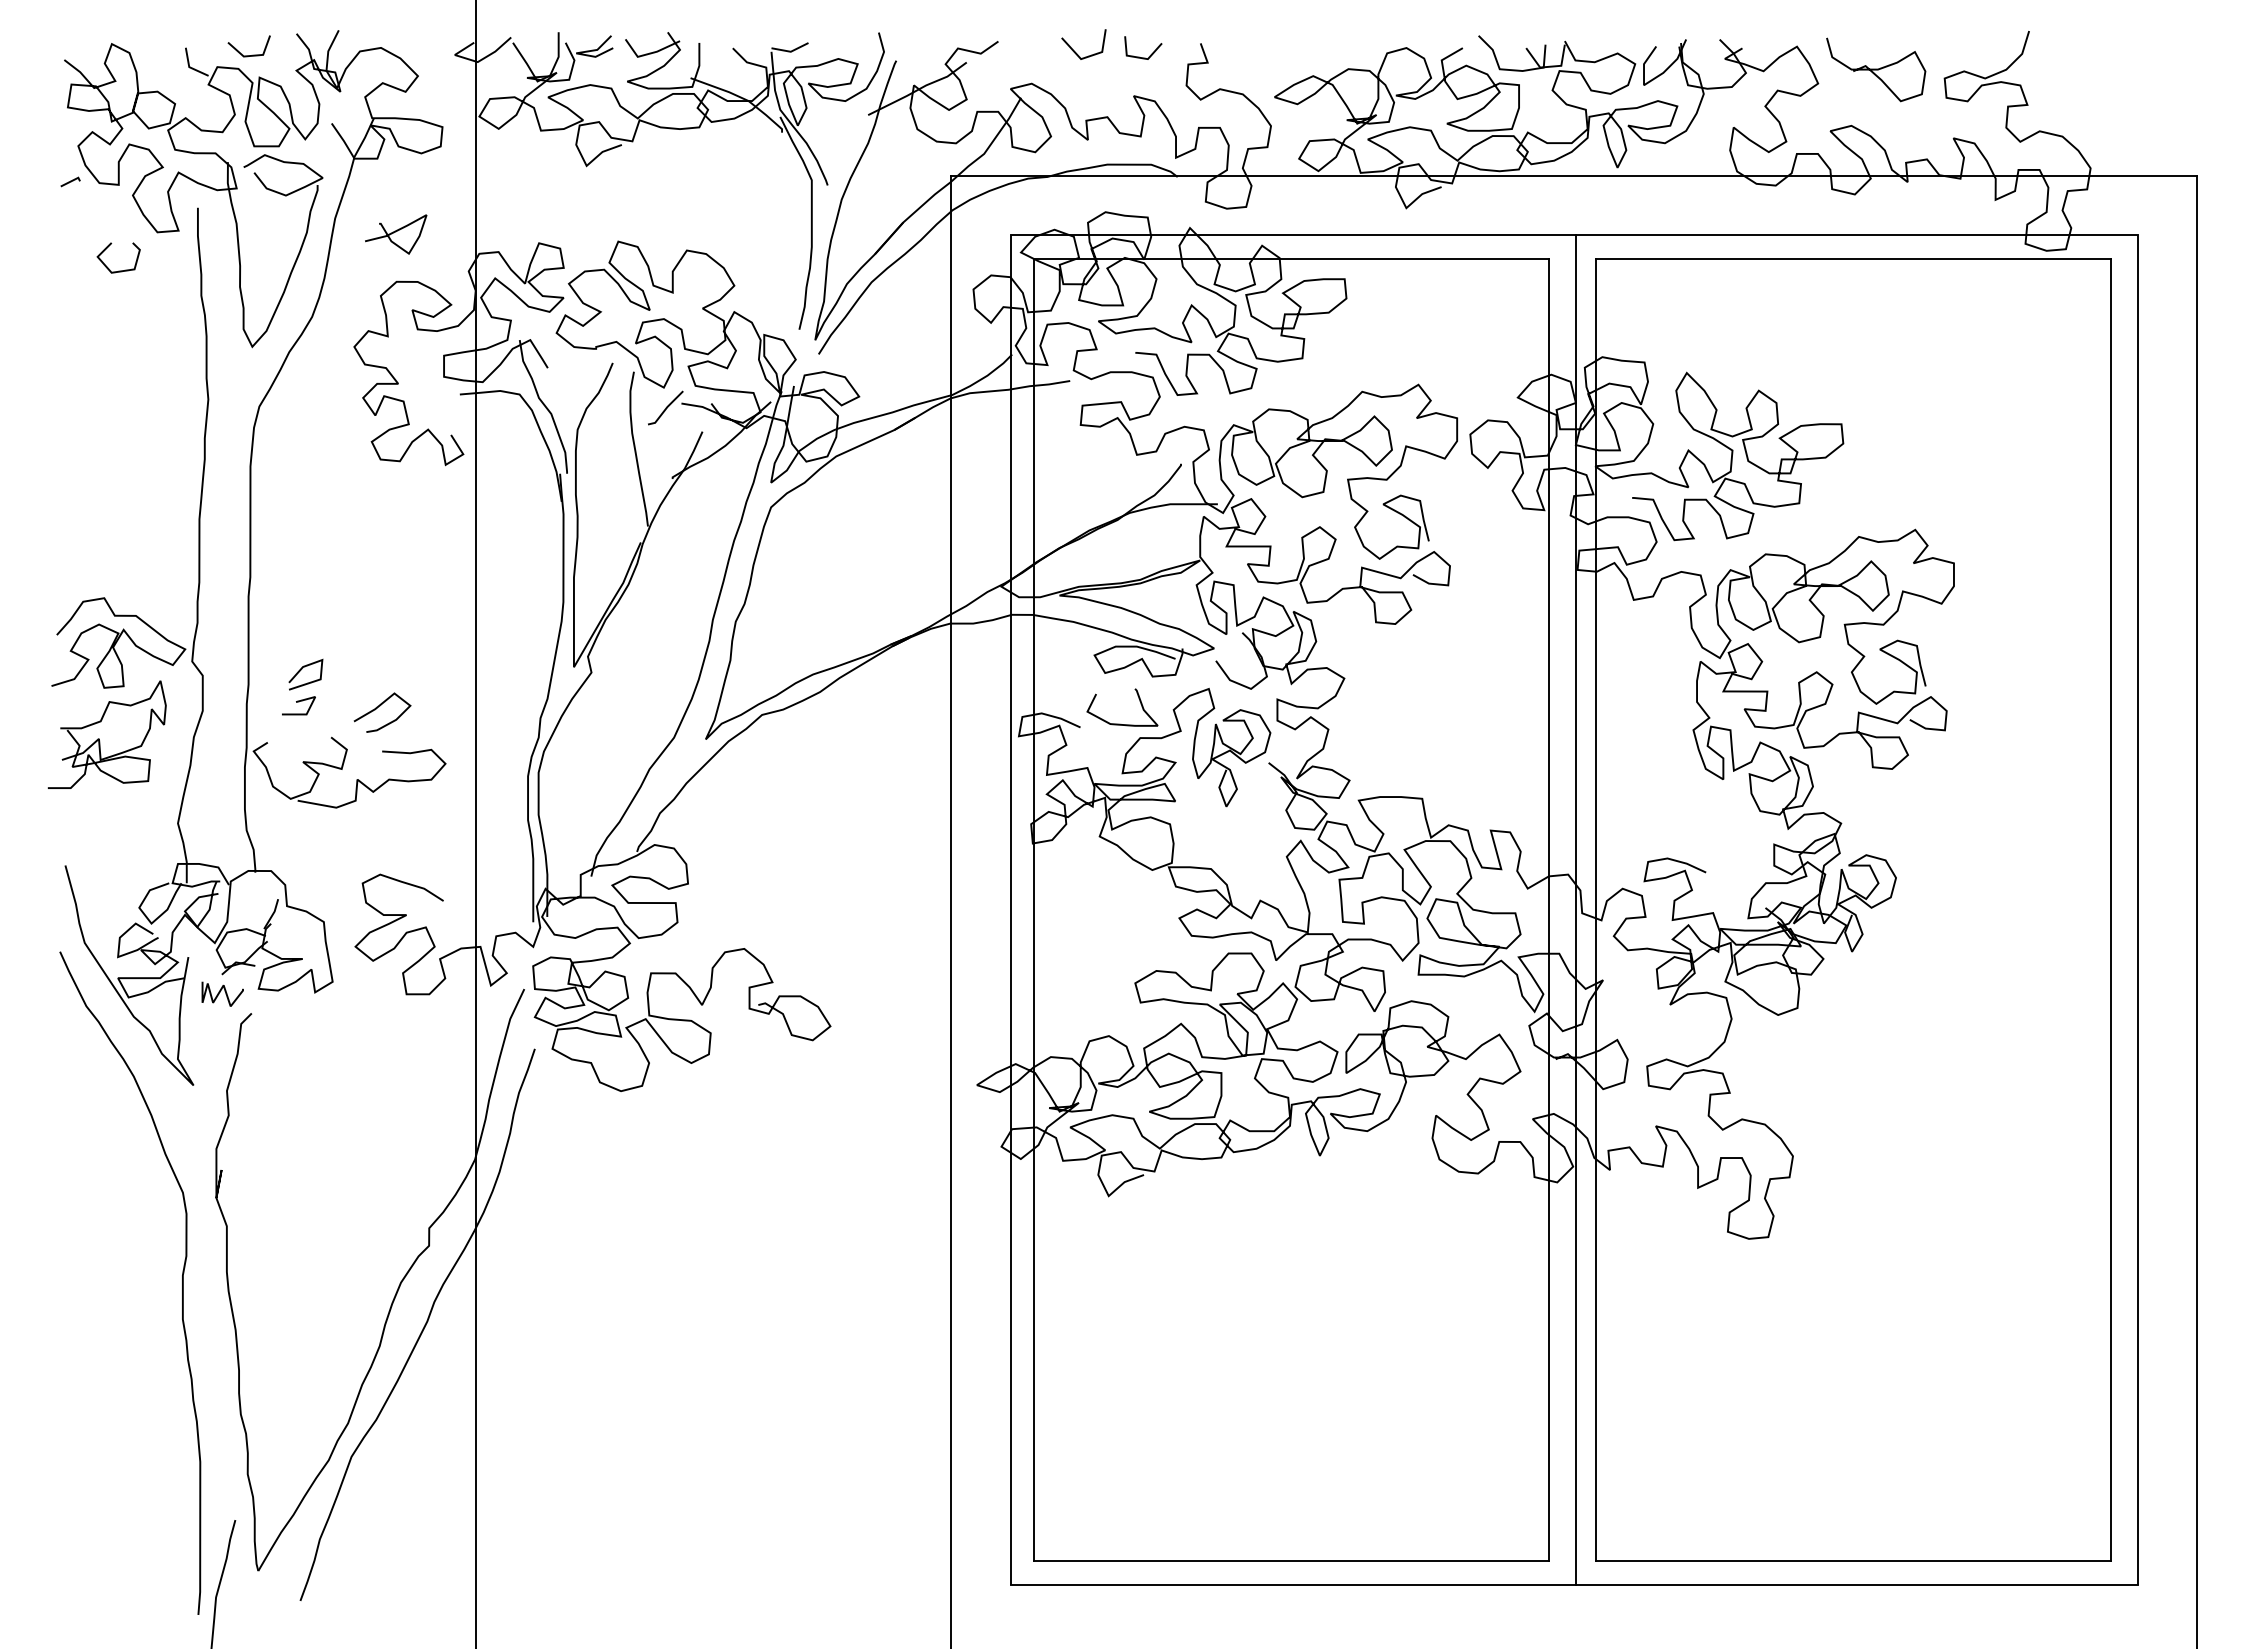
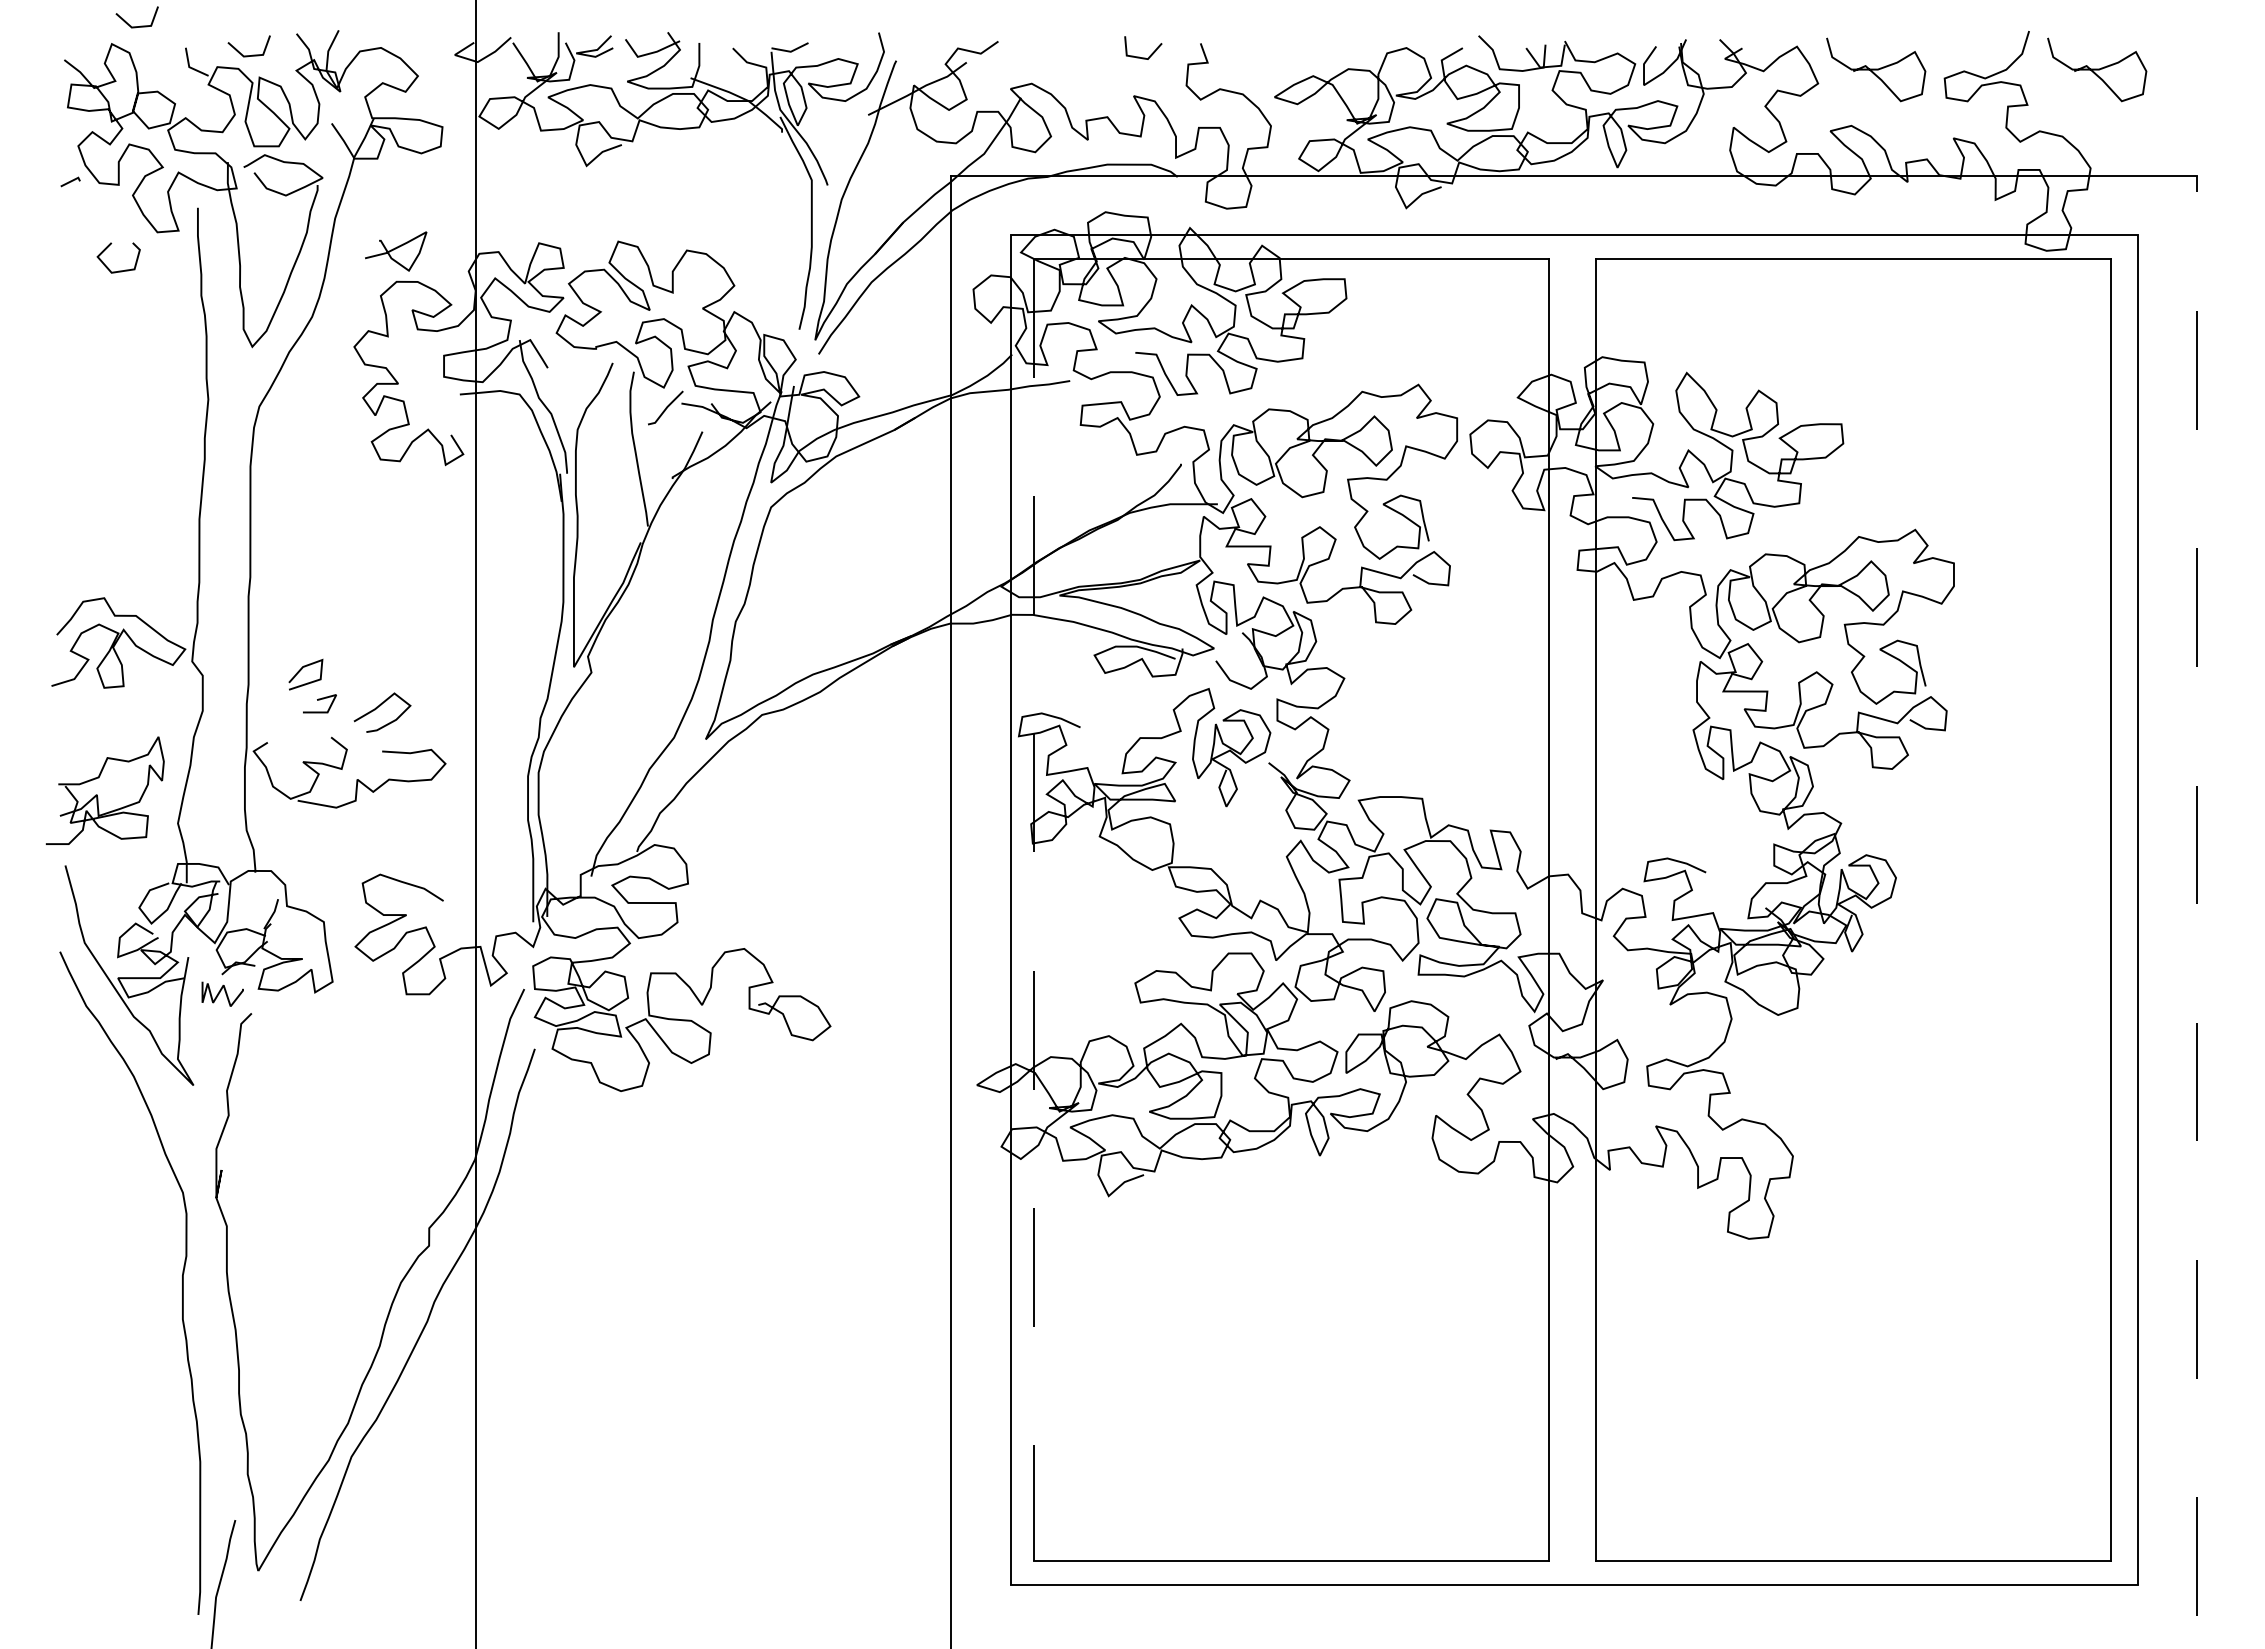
line at (140, 25): none -> present
line at (1075, 51): present -> none
curve at (2097, 69): none -> present
curve at (395, 232) position: (395, 232) -> (395, 249)
line at (298, 702) position: (298, 702) -> (319, 700)
curve at (1120, 723): present -> none
part at (106, 734) position: (106, 734) -> (104, 790)
line at (1576, 909): present -> none
line at (1034, 910): solid -> dashed
line at (2197, 911): solid -> dashed
